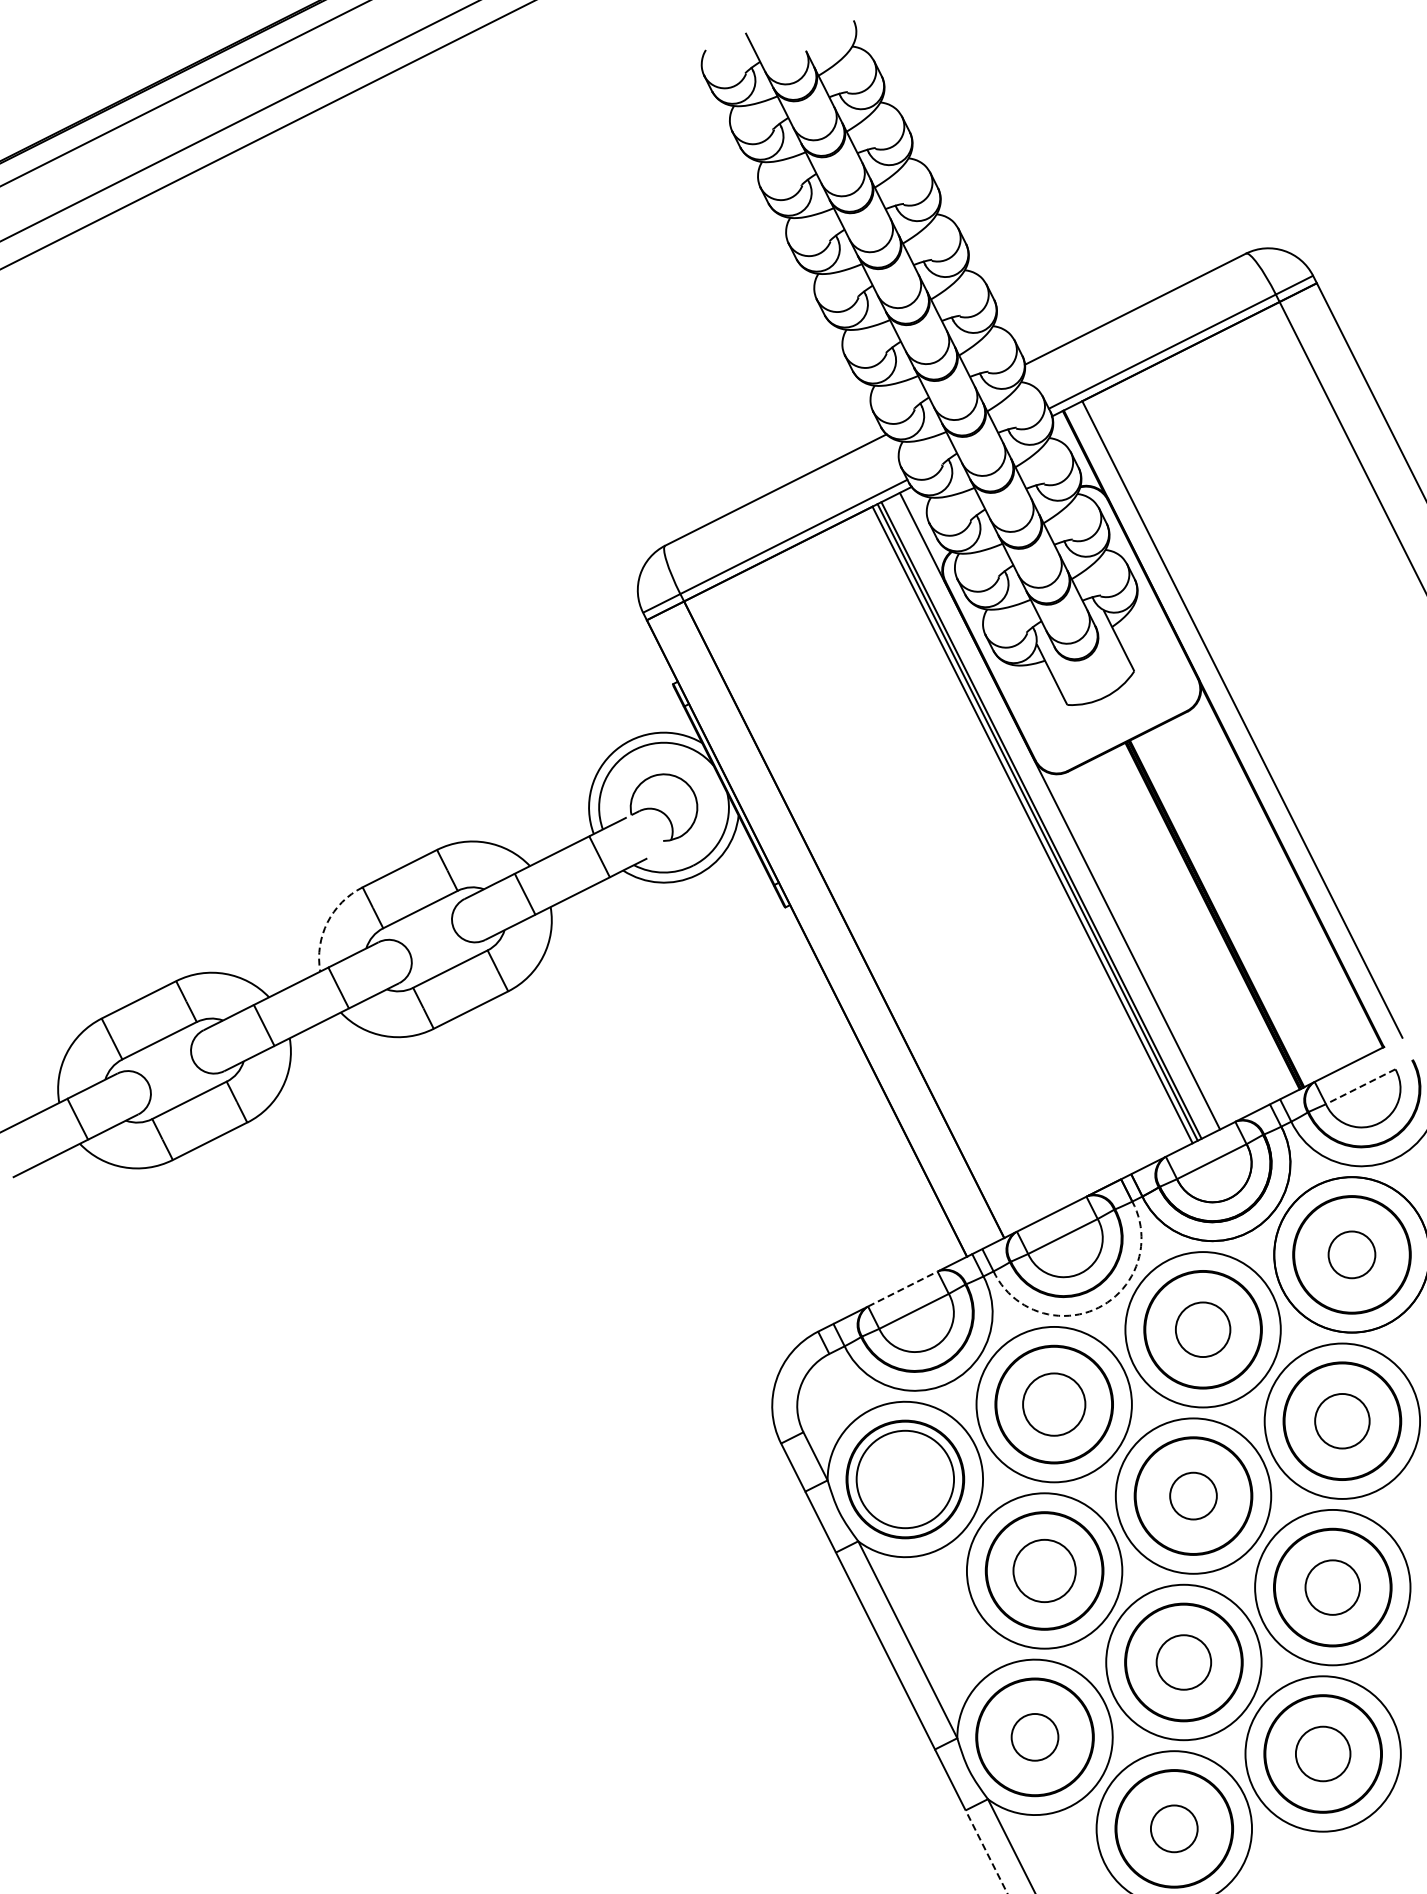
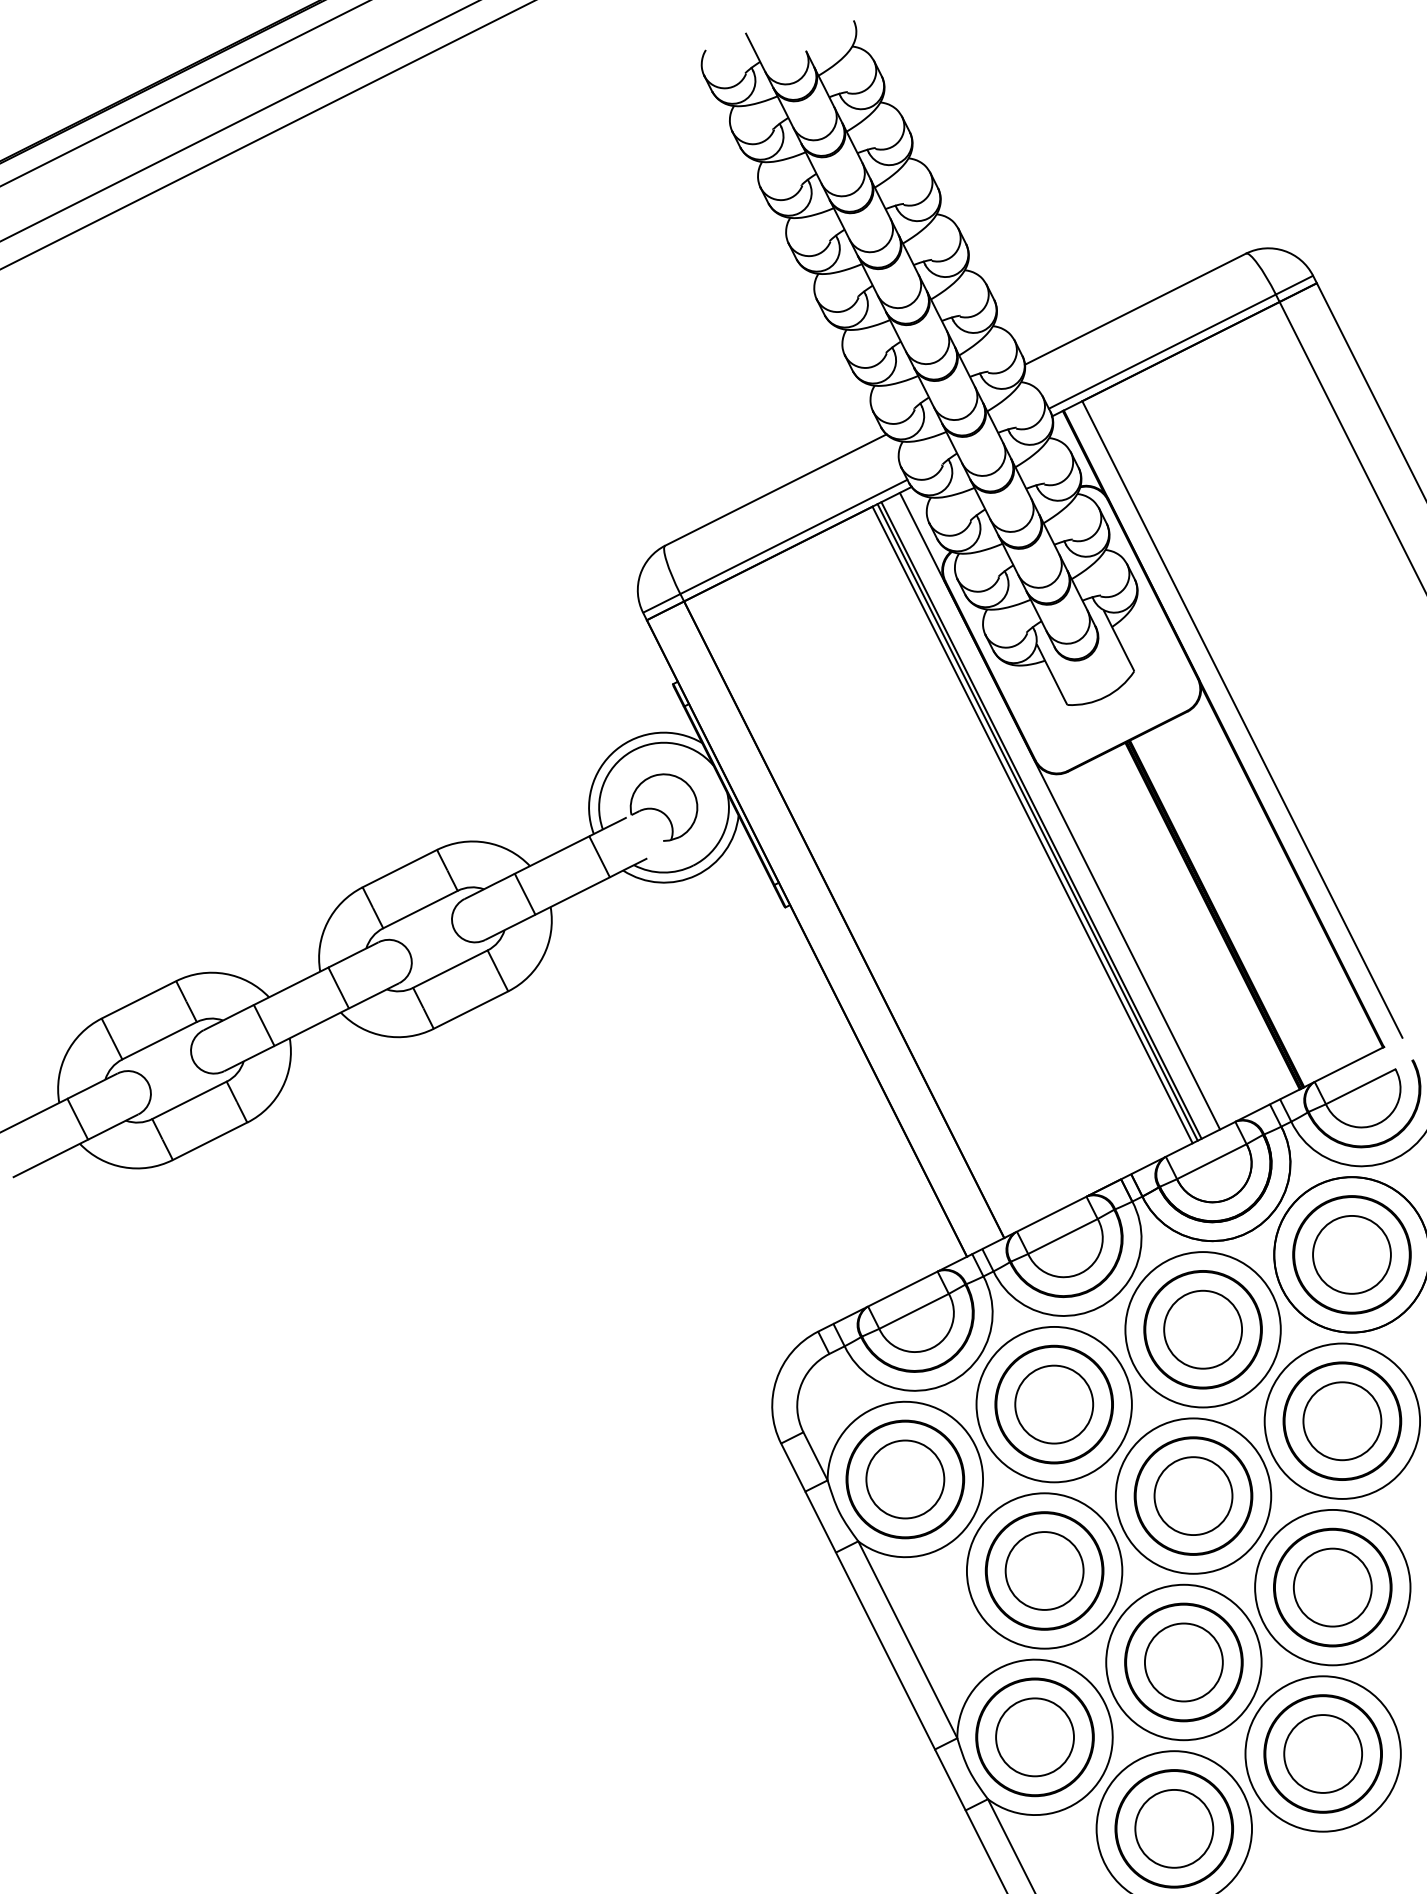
arc at (327, 922): dashed -> solid
line at (1360, 1086): dashed -> solid
circle at (1351, 1254) diameter: 47 px -> 78 px
line at (902, 1289): dashed -> solid
arc at (1098, 1307): dashed -> solid
circle at (1202, 1329) diameter: 55 px -> 78 px
circle at (1054, 1404) diameter: 62 px -> 78 px
circle at (1342, 1420) diameter: 55 px -> 78 px
circle at (905, 1479) diameter: 97 px -> 78 px
circle at (1193, 1495) diameter: 47 px -> 78 px
circle at (1044, 1570) diameter: 62 px -> 78 px
circle at (1332, 1587) diameter: 55 px -> 78 px
circle at (1183, 1662) diameter: 55 px -> 78 px
circle at (1034, 1737) diameter: 47 px -> 78 px
circle at (1322, 1753) diameter: 55 px -> 78 px
circle at (1173, 1828) diameter: 47 px -> 78 px
line at (986, 1851): dashed -> solid
